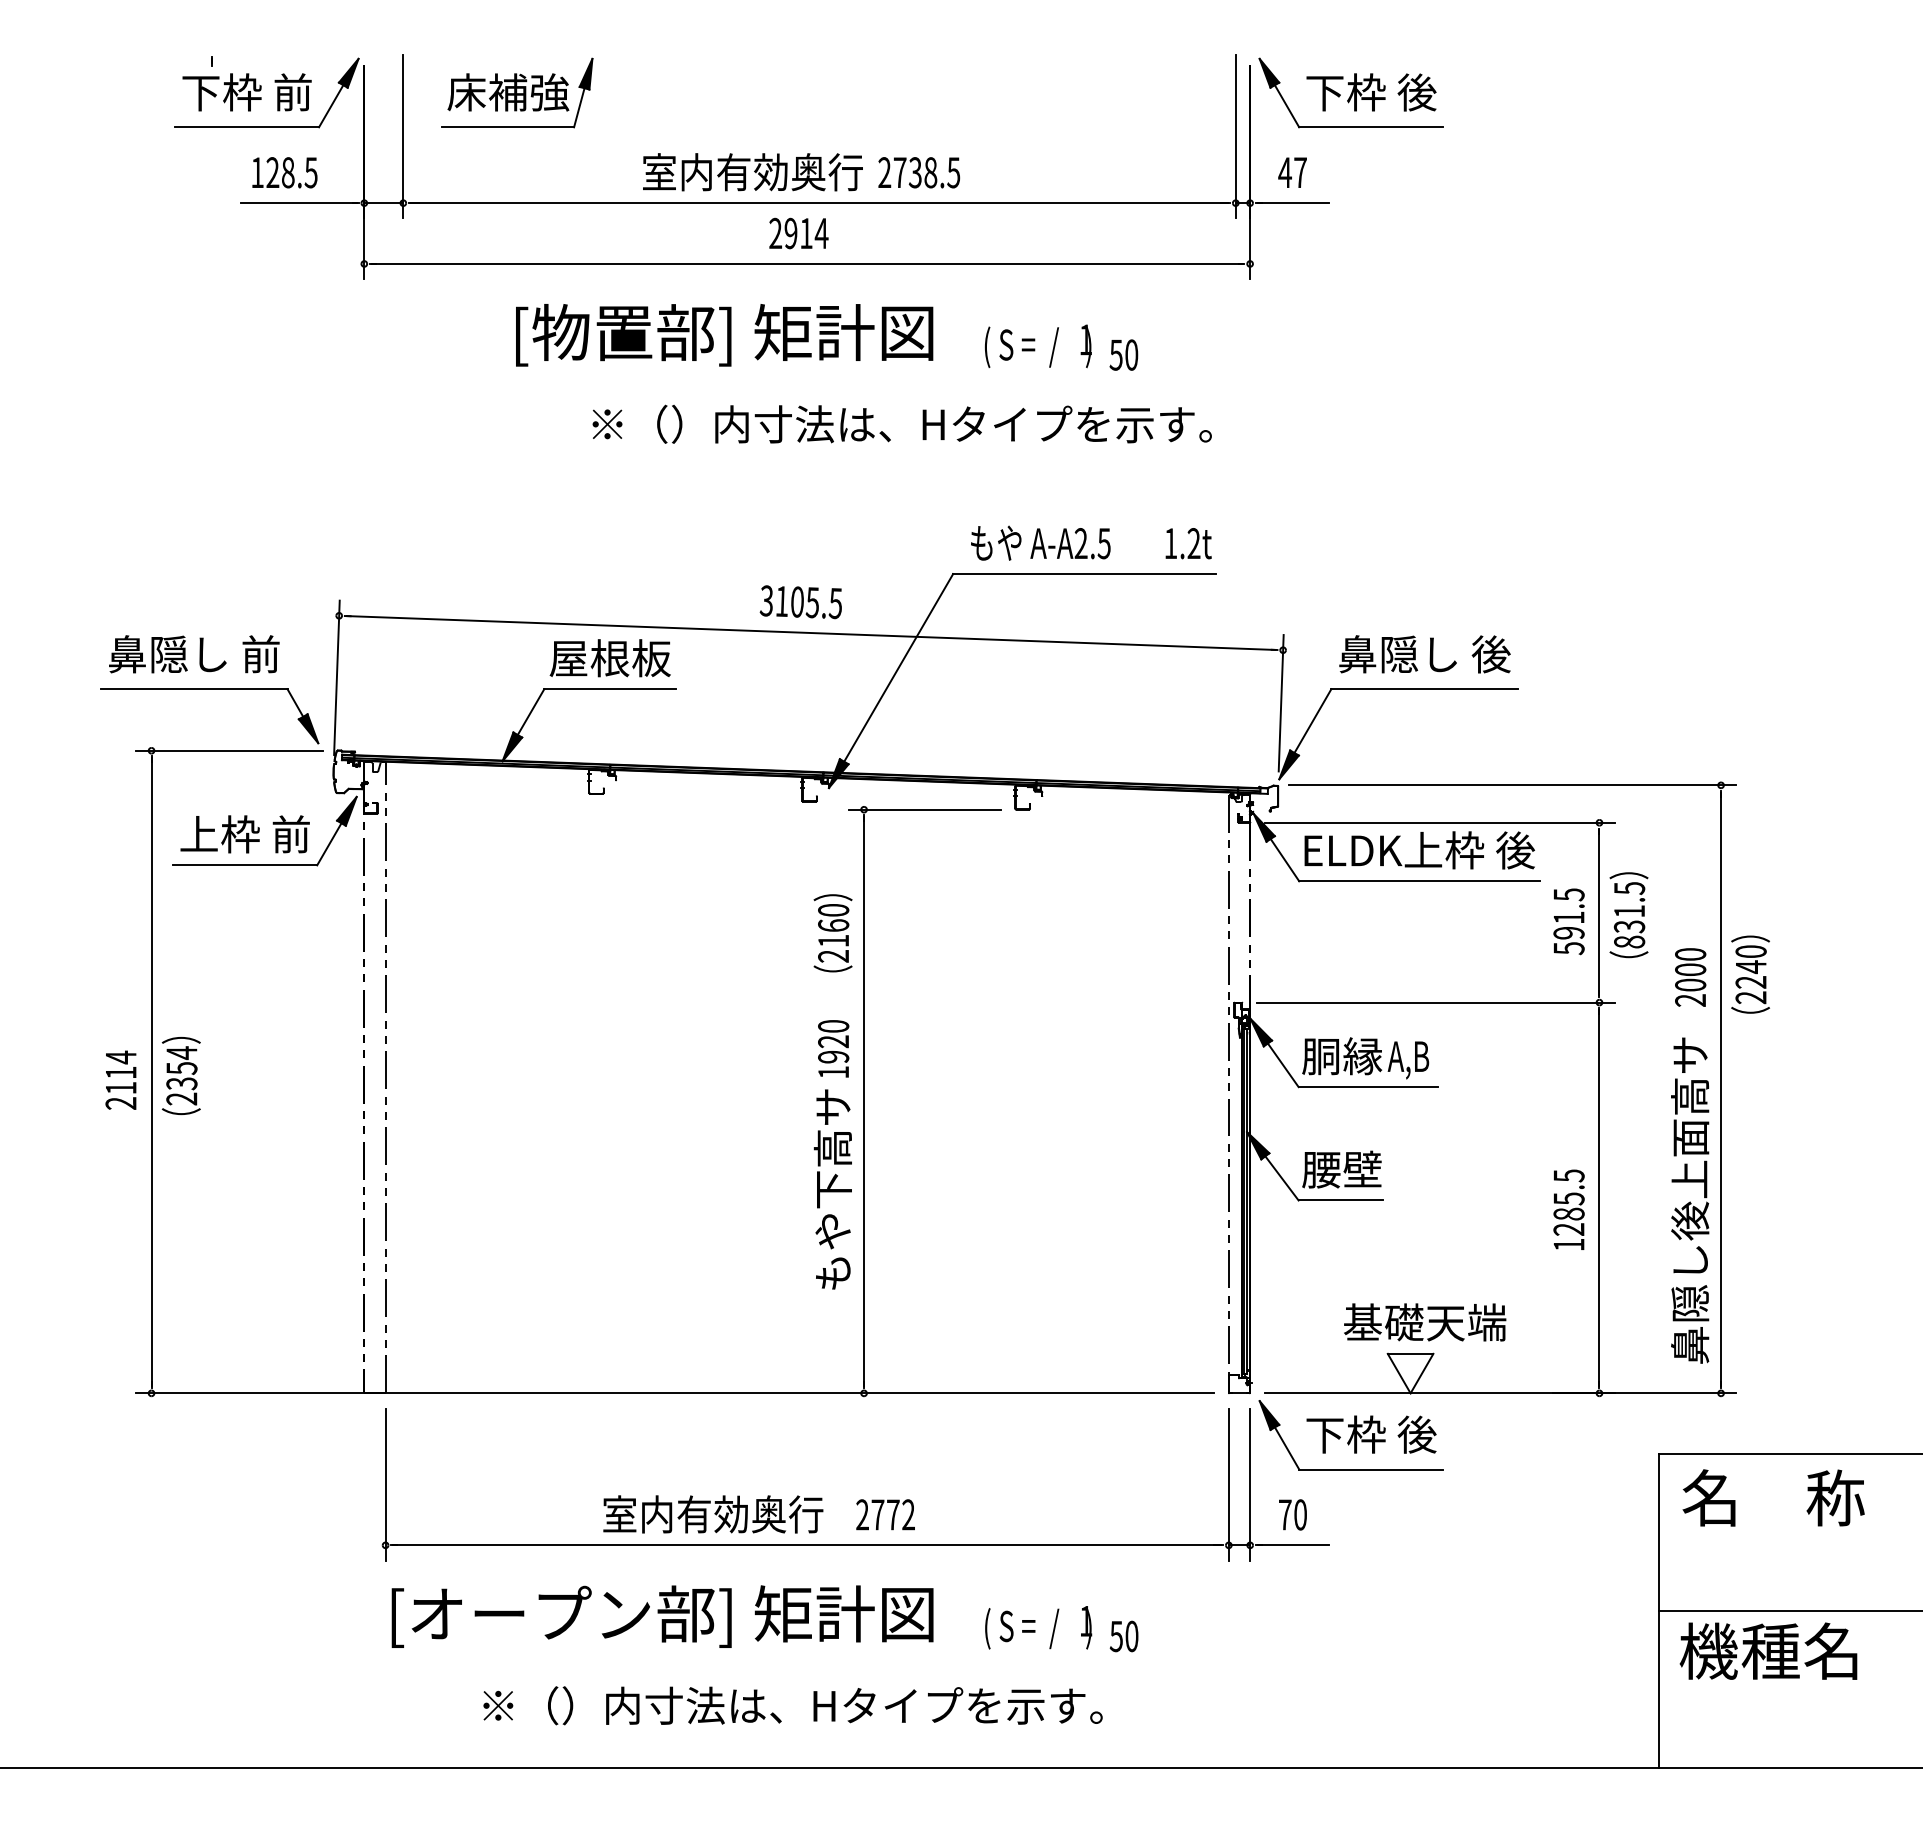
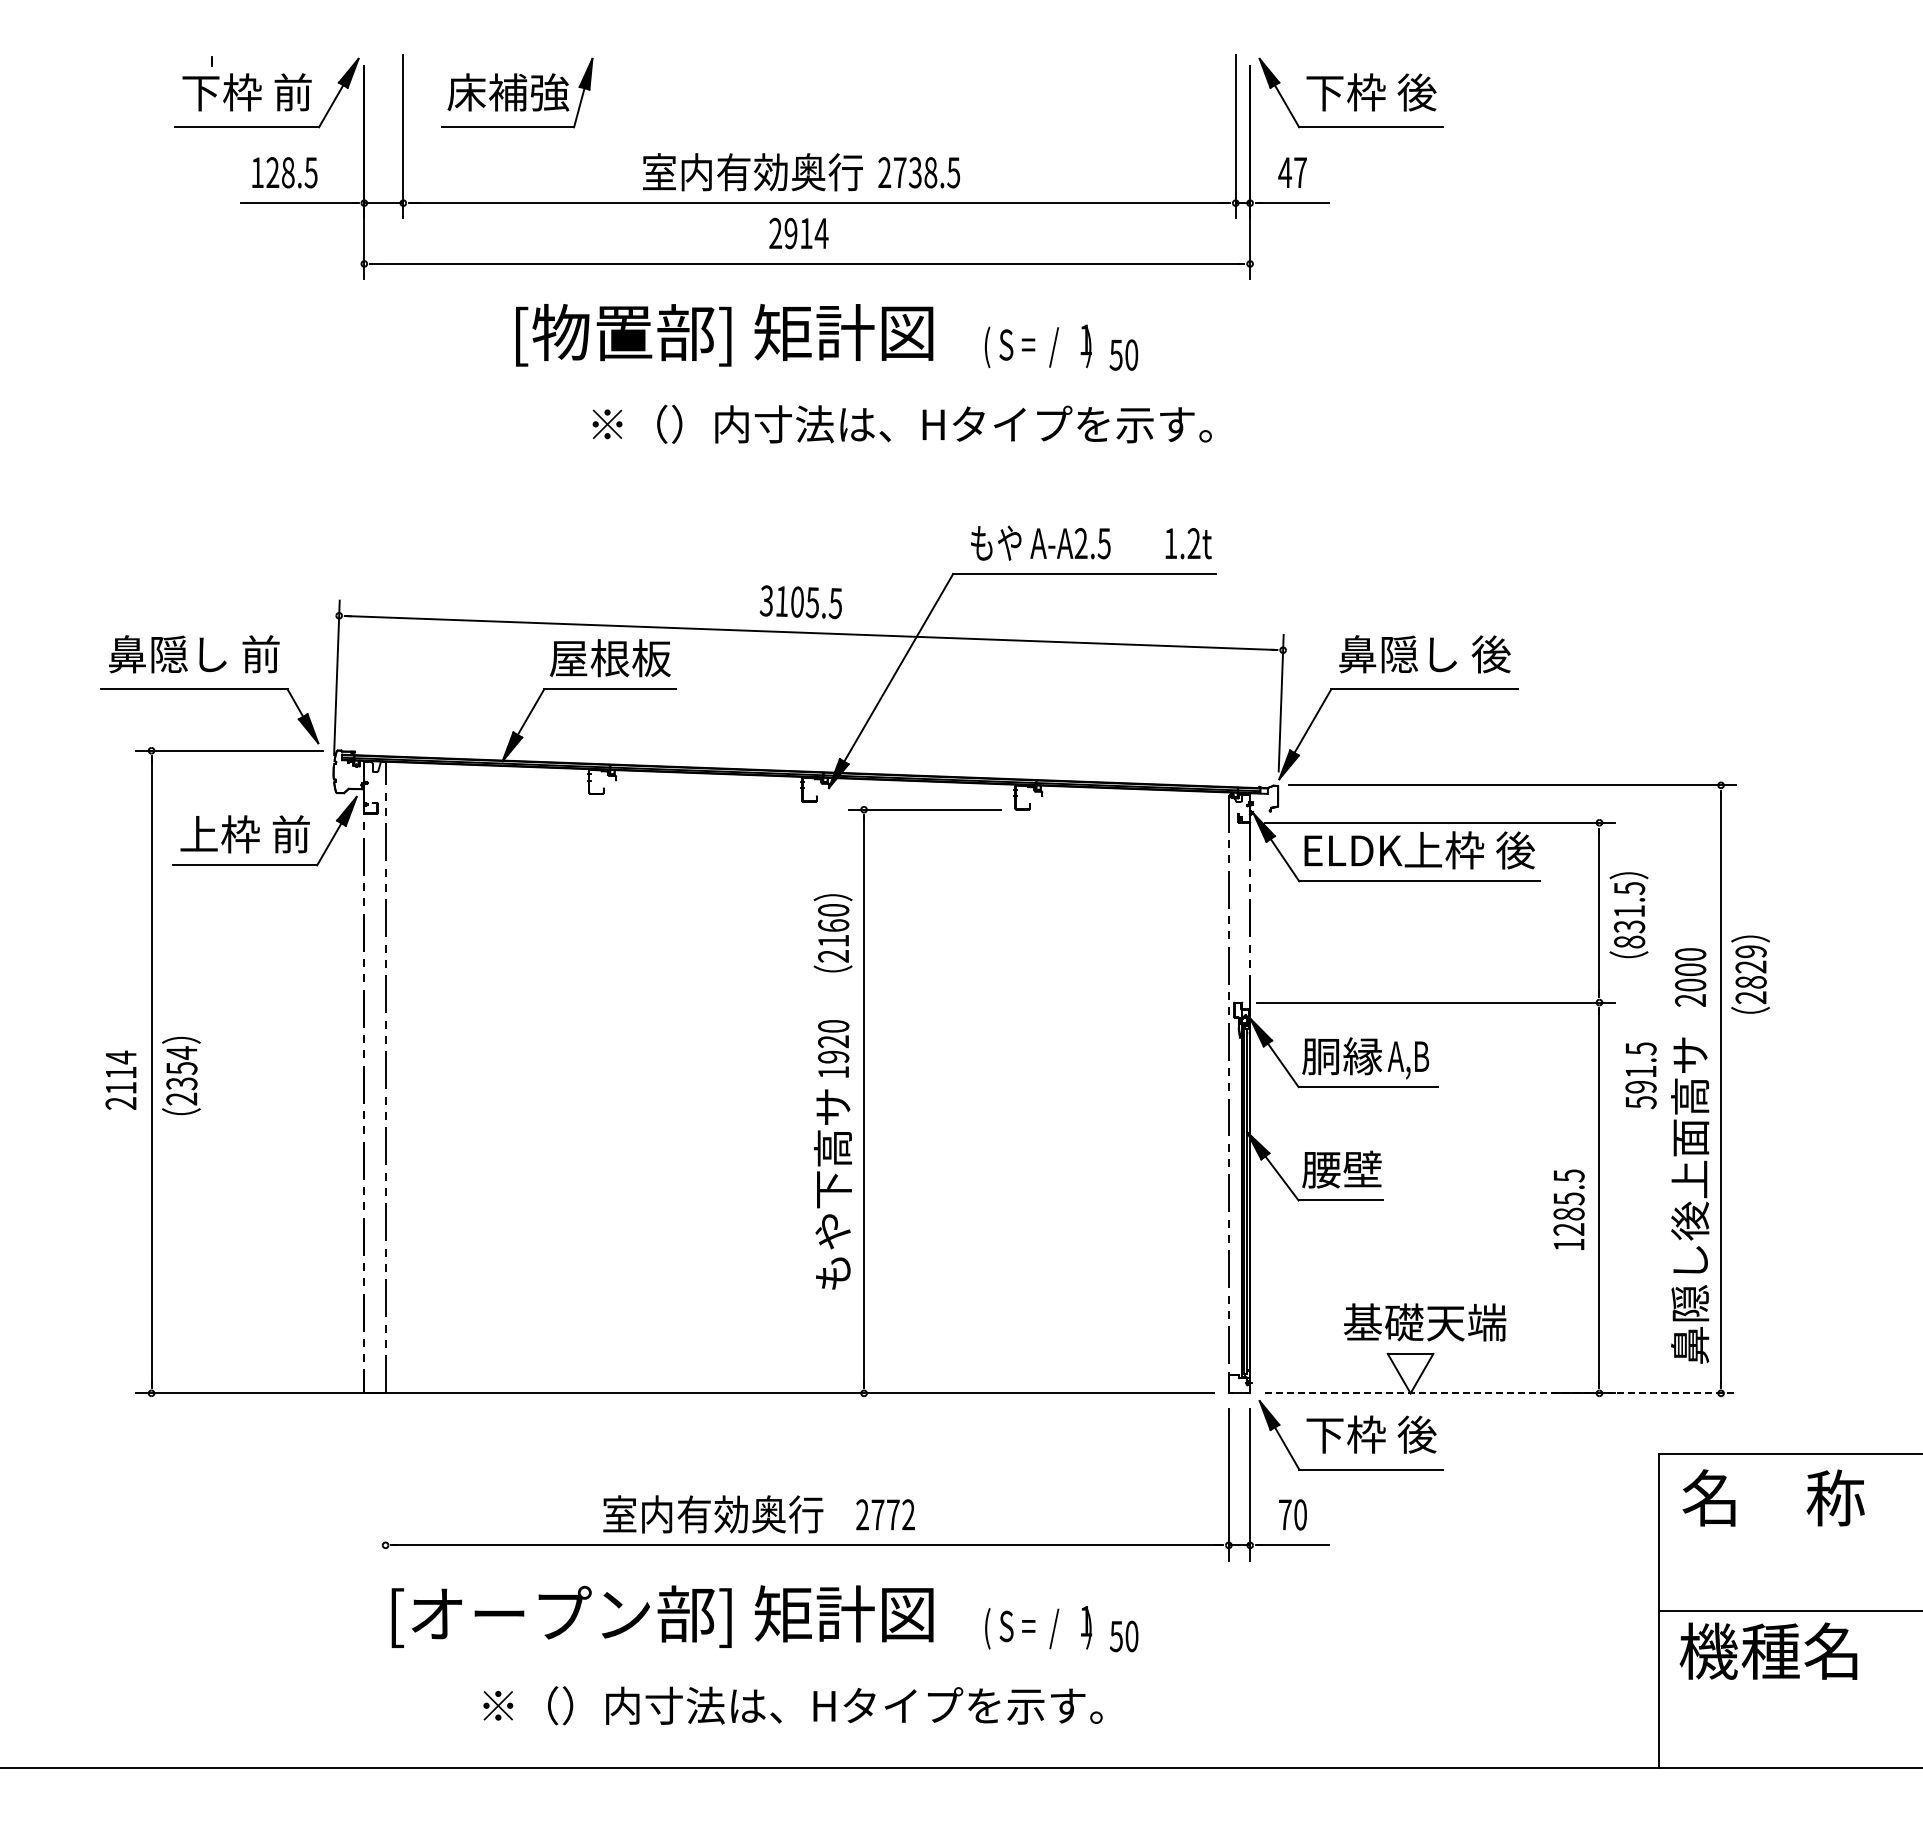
text at (1568, 921) position: (1568, 921) -> (1640, 1075)
text at (1750, 966): 2240 -> 2829
line at (1500, 1393): solid -> dashed
line at (385, 1484): present -> none
